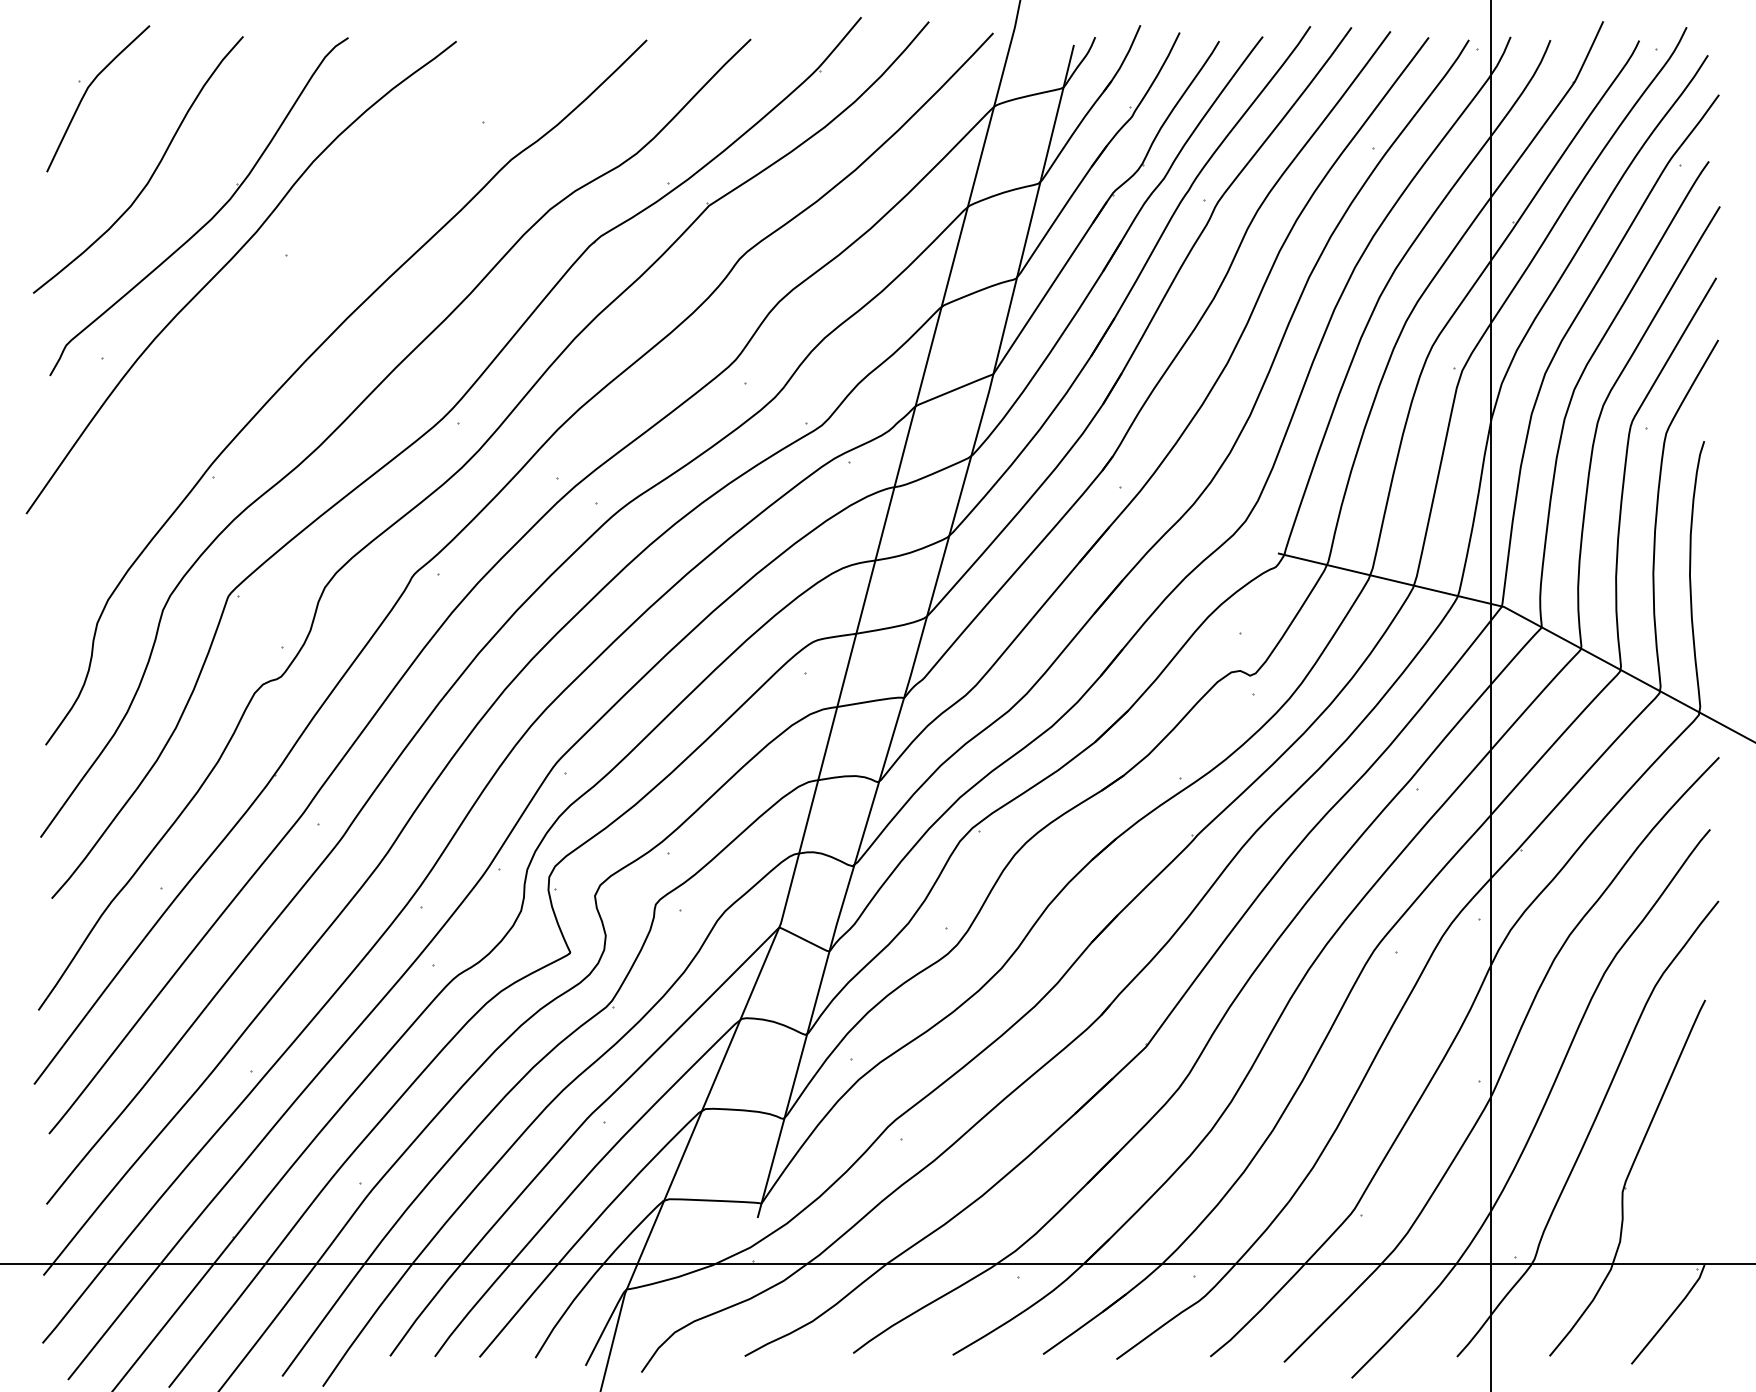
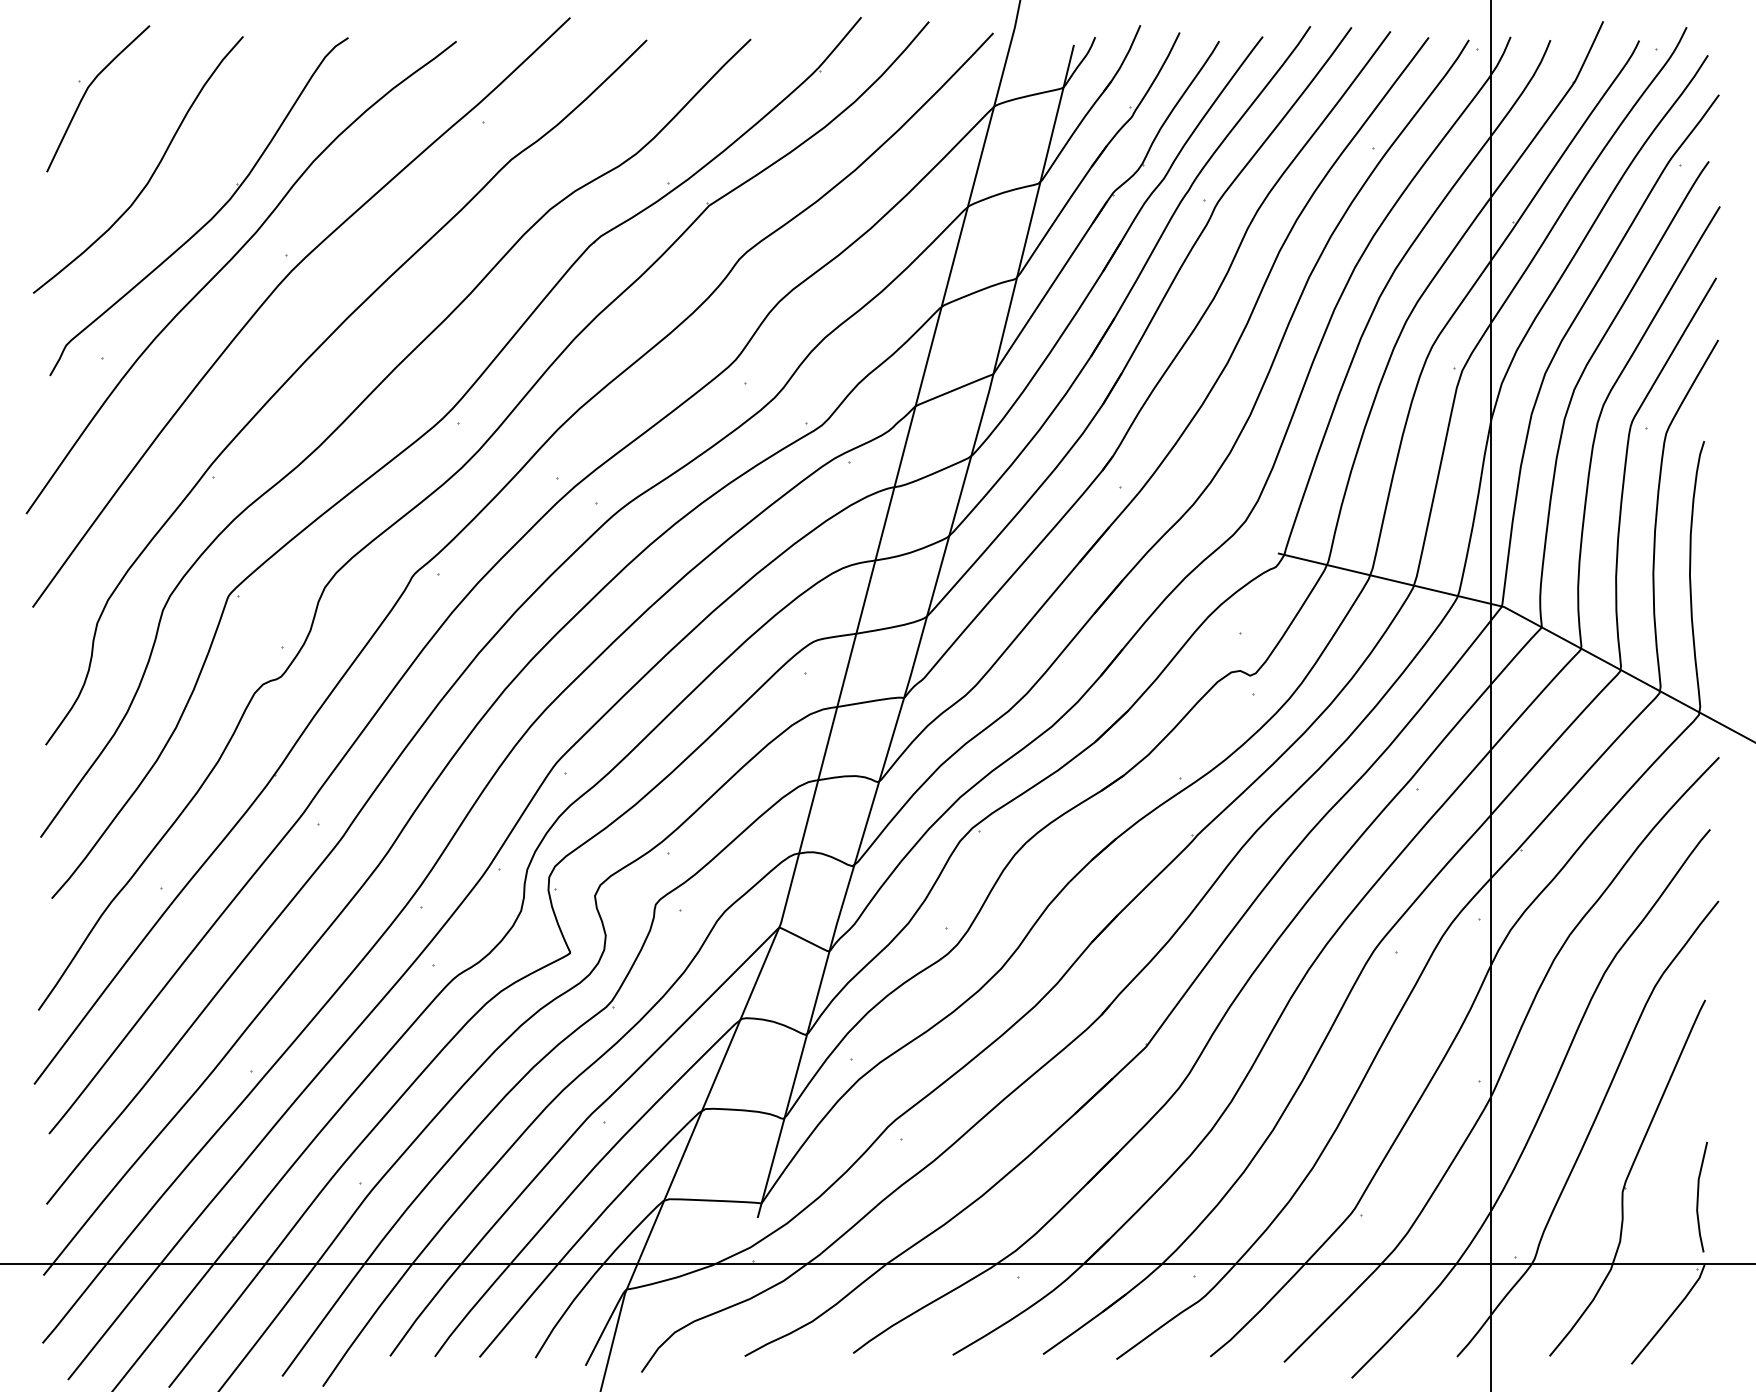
curve at (277, 288): none -> present
line at (1698, 1196): none -> present
